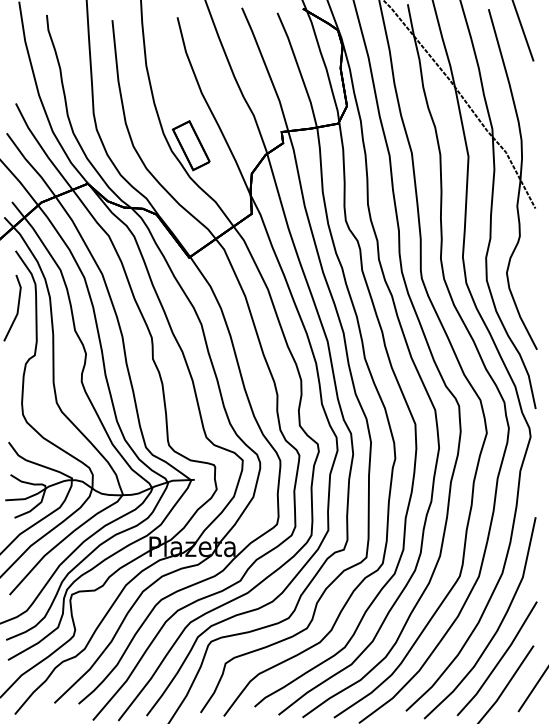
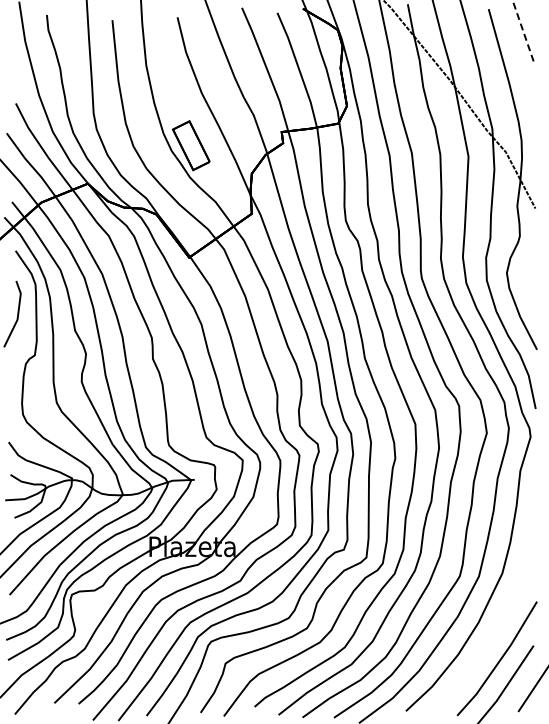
line at (523, 30): solid -> dashed
line at (17, 307) position: (17, 307) -> (17, 313)
curve at (496, 629): present -> none
